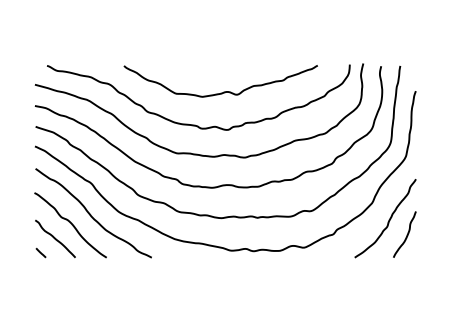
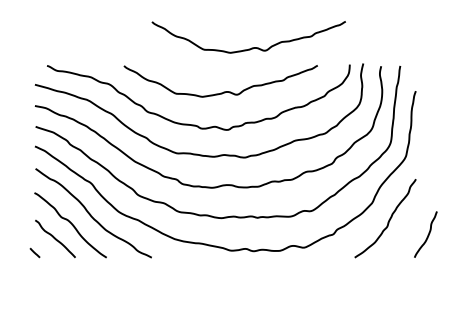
curve at (251, 47): none -> present
curve at (406, 234) position: (406, 234) -> (427, 234)
line at (40, 252) position: (40, 252) -> (34, 252)
